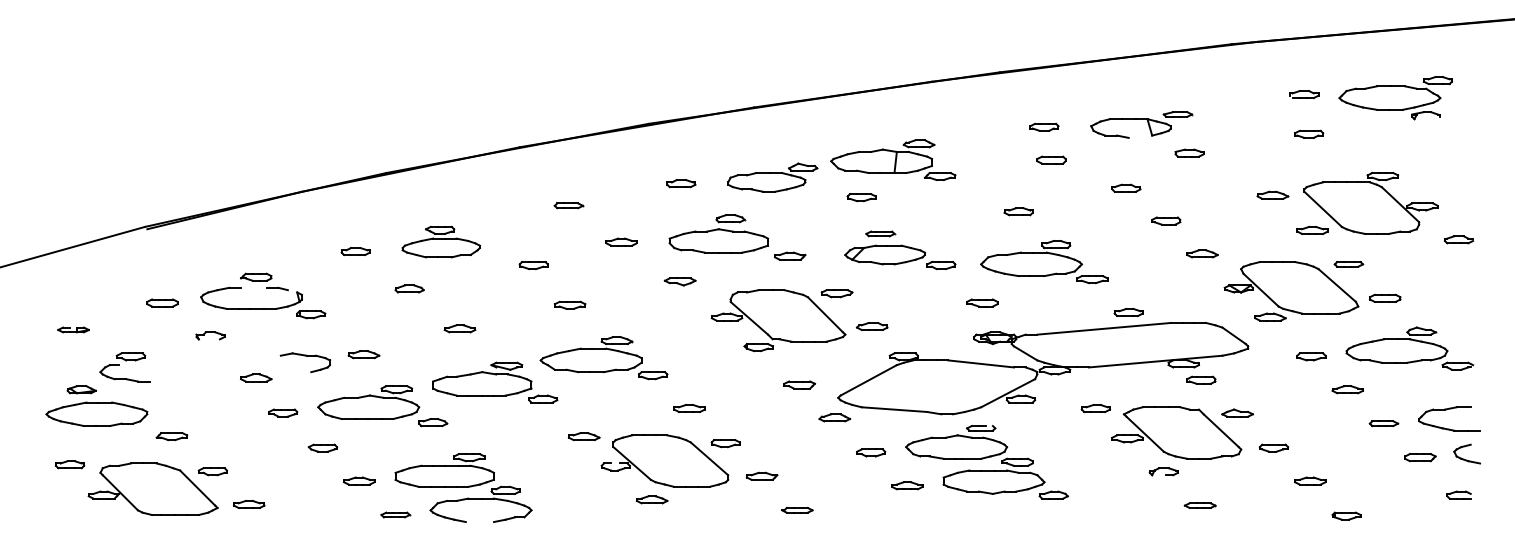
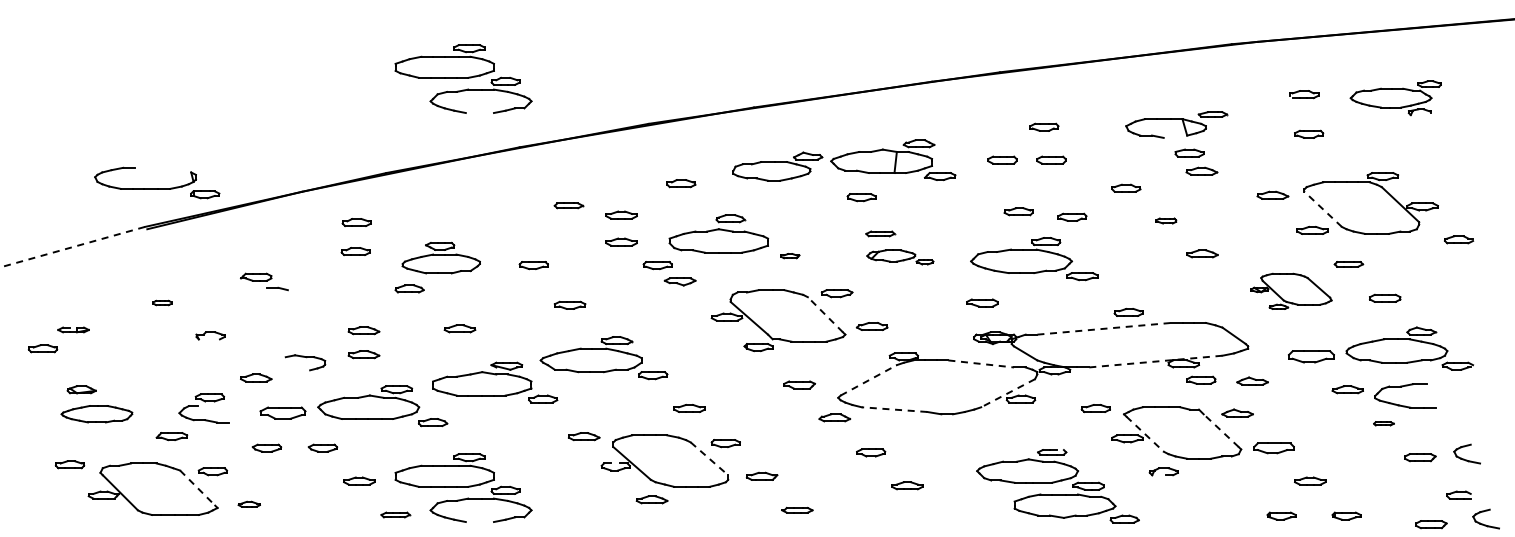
part at (463, 78): none -> present
part at (1395, 98) size: 116x45 px -> 93x37 px
part at (1141, 124) position: (1141, 124) -> (1176, 124)
part at (1002, 159): none -> present
part at (1201, 170): none -> present
part at (772, 177) position: (772, 177) -> (777, 166)
line at (1323, 209): solid -> dashed
part at (621, 214): none -> present
part at (1072, 216): none -> present
part at (1166, 220) size: 31x10 px -> 23x8 px
part at (356, 222): none -> present
part at (440, 241) position: (440, 241) -> (440, 257)
line at (72, 247): solid -> dashed
part at (790, 255) size: 33x10 px -> 21x7 px
part at (900, 257) size: 113x27 px -> 69x17 px
part at (1044, 262) position: (1044, 262) -> (1034, 259)
part at (657, 265): none -> present
part at (1291, 291) size: 137x61 px -> 83x38 px
part at (162, 302) size: 33x10 px -> 21x8 px
part at (263, 302) position: (263, 302) -> (157, 182)
line at (825, 314): solid -> dashed
line at (1104, 328): solid -> dashed
part at (363, 330): none -> present
part at (42, 348): none -> present
part at (1311, 356) size: 31x10 px -> 47x14 px
line at (1155, 361): solid -> dashed
part at (305, 362) size: 53x22 px -> 43x18 px
line at (981, 363): solid -> dashed
part at (124, 367) position: (124, 367) -> (203, 408)
line at (868, 380): solid -> dashed
part at (1252, 380): none -> present
line at (1007, 393): solid -> dashed
line at (894, 409): solid -> dashed
part at (1446, 410) position: (1446, 410) -> (1402, 387)
part at (283, 412) size: 31x10 px -> 48x14 px
part at (96, 413) size: 104x26 px -> 74x19 px
part at (1383, 423) size: 32x8 px -> 22x6 px
line at (1220, 430): solid -> dashed
line at (1145, 434): solid -> dashed
part at (266, 447): none -> present
part at (1273, 447) size: 31x10 px -> 42x13 px
line at (709, 458): solid -> dashed
part at (986, 462) position: (986, 462) -> (1057, 486)
line at (197, 488): solid -> dashed
part at (249, 503) size: 33x10 px -> 24x8 px
part at (1199, 505): present -> none
part at (1281, 515): none -> present
part at (1485, 518): none -> present
part at (1431, 524): none -> present
